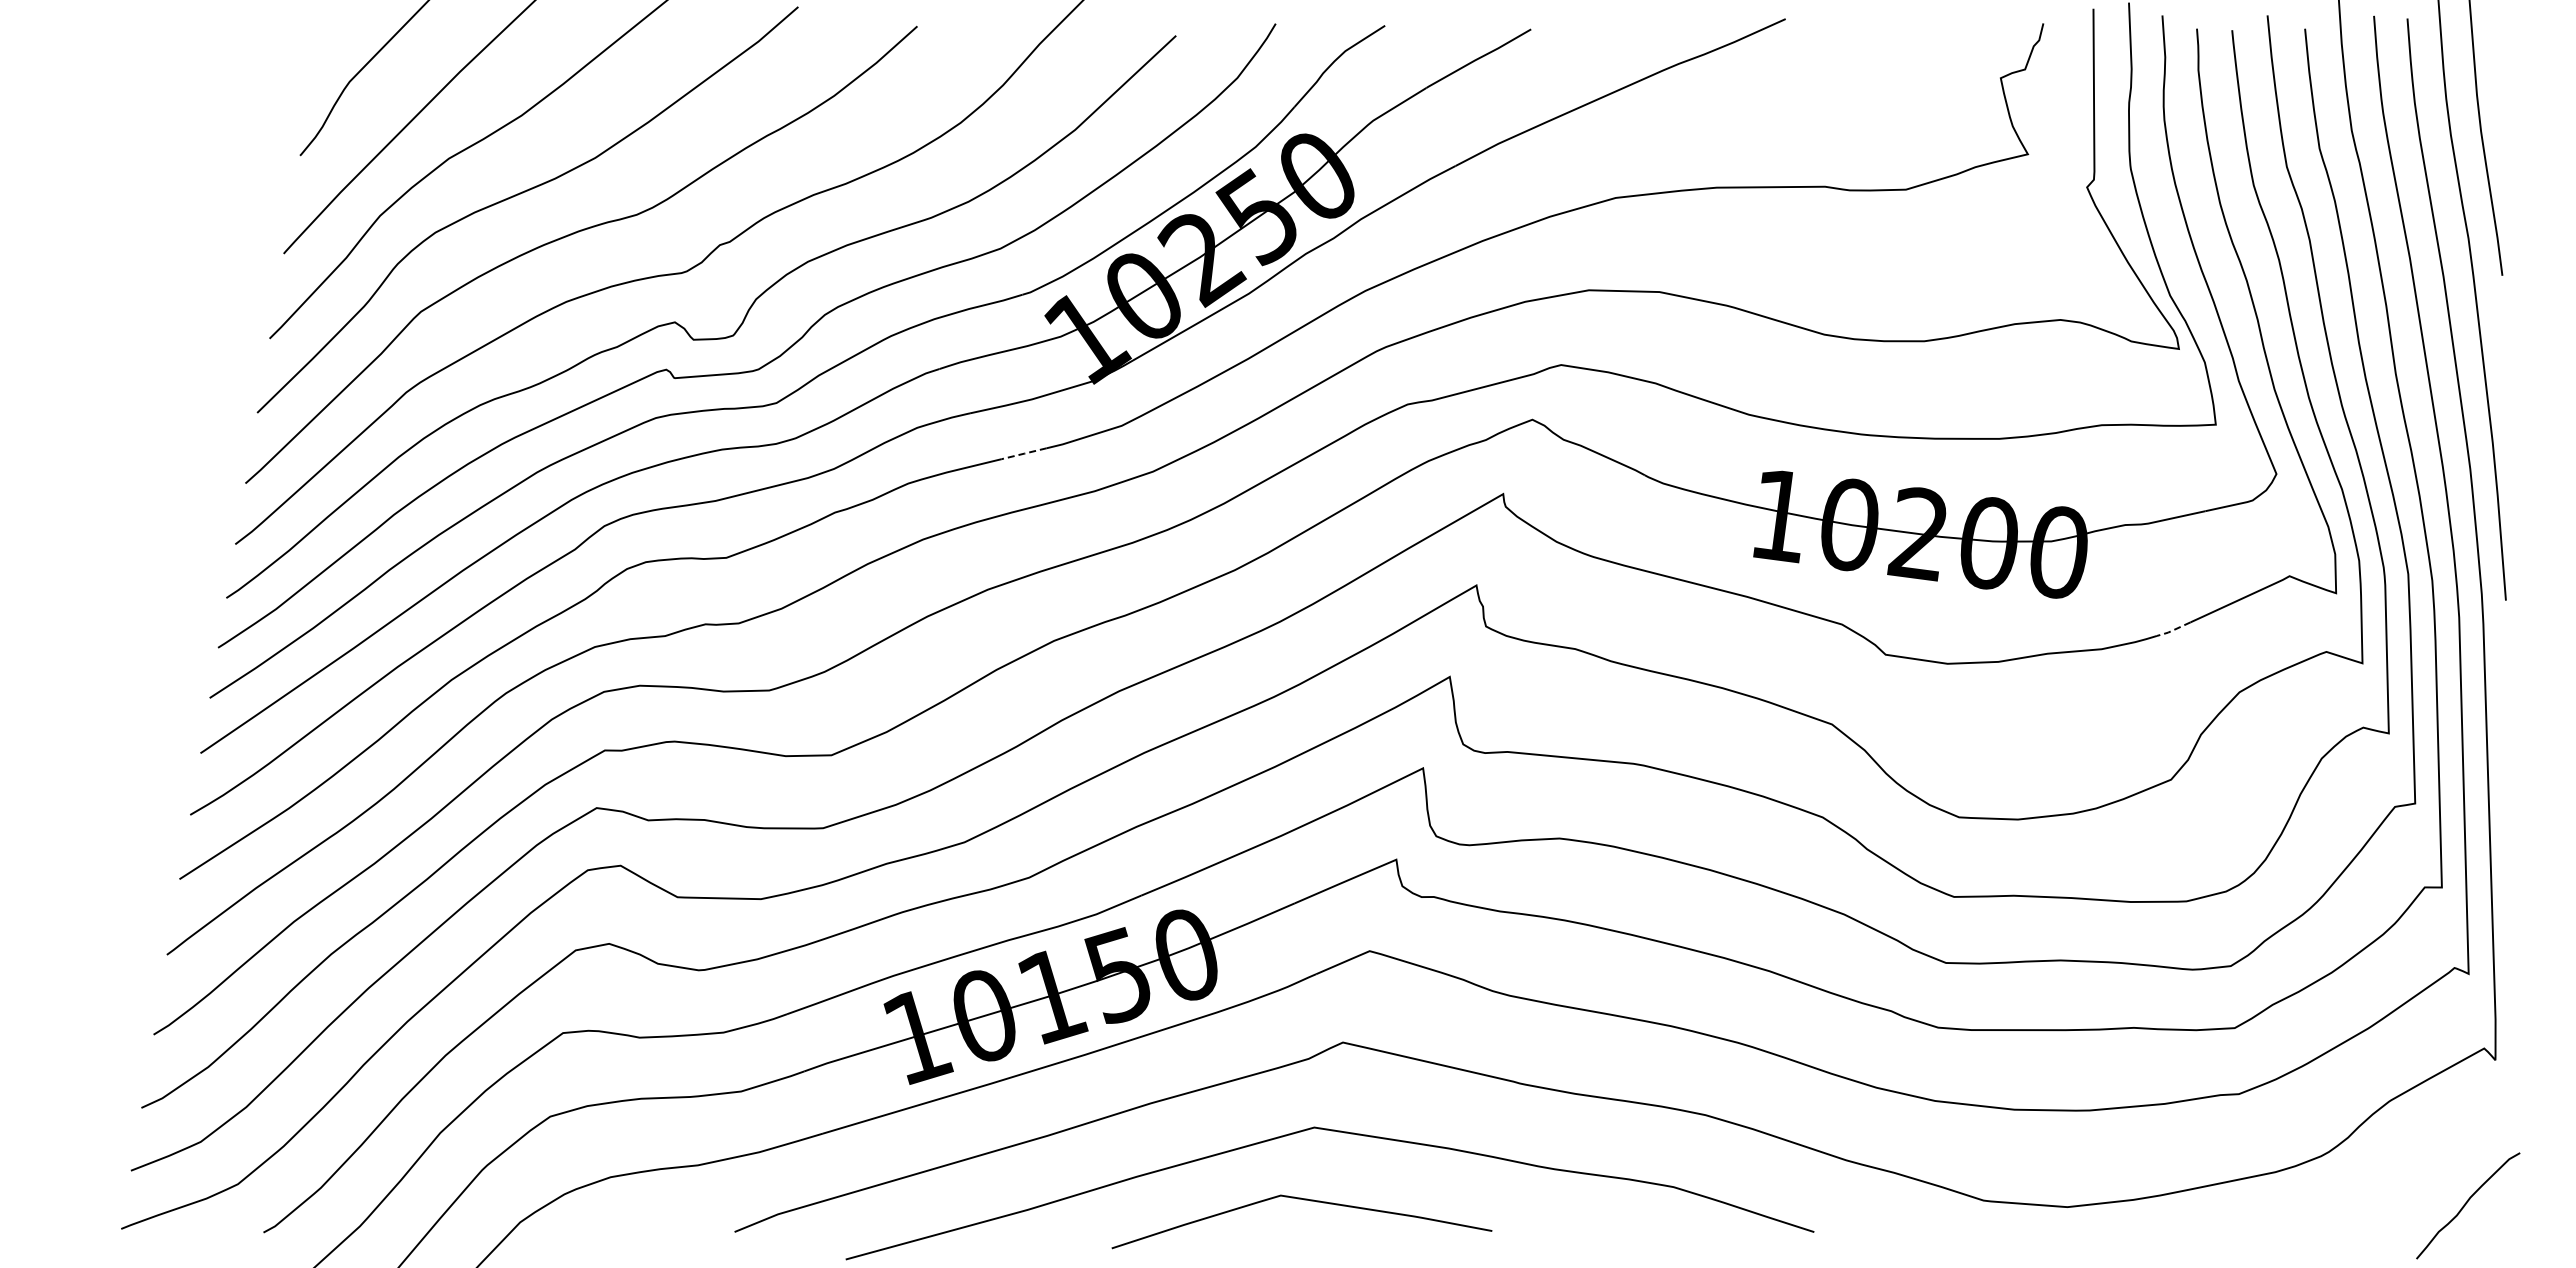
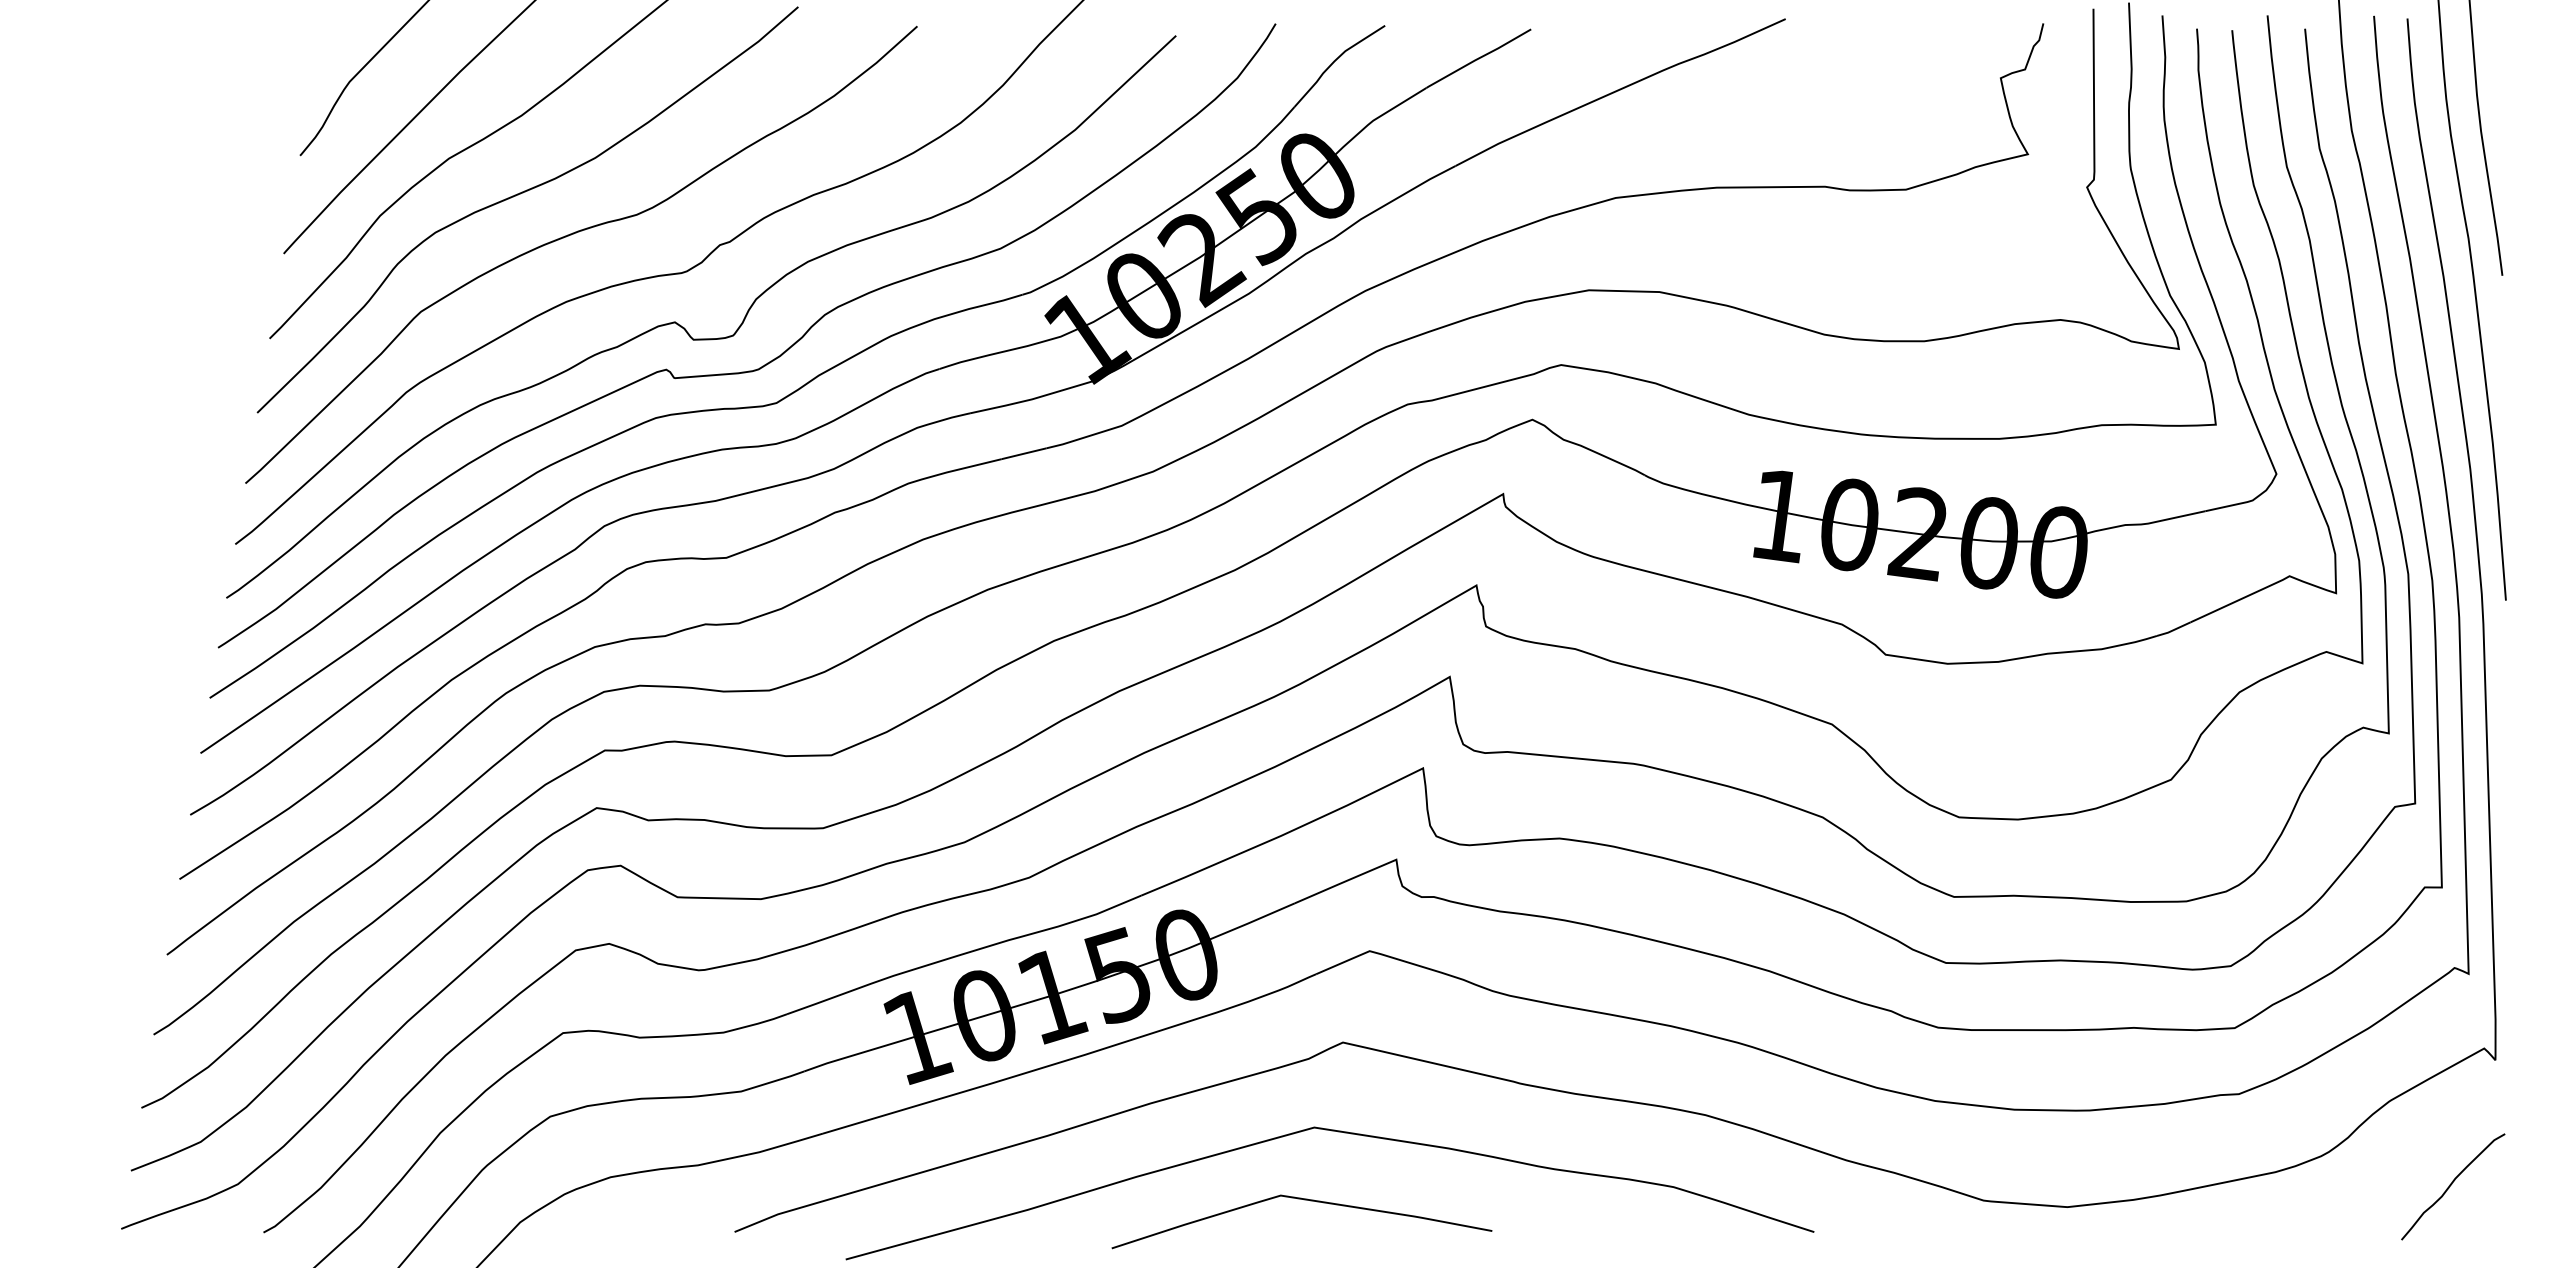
line at (1024, 453): dashed -> solid
line at (2173, 630): dashed -> solid
curve at (2467, 1203) position: (2467, 1203) -> (2452, 1184)
